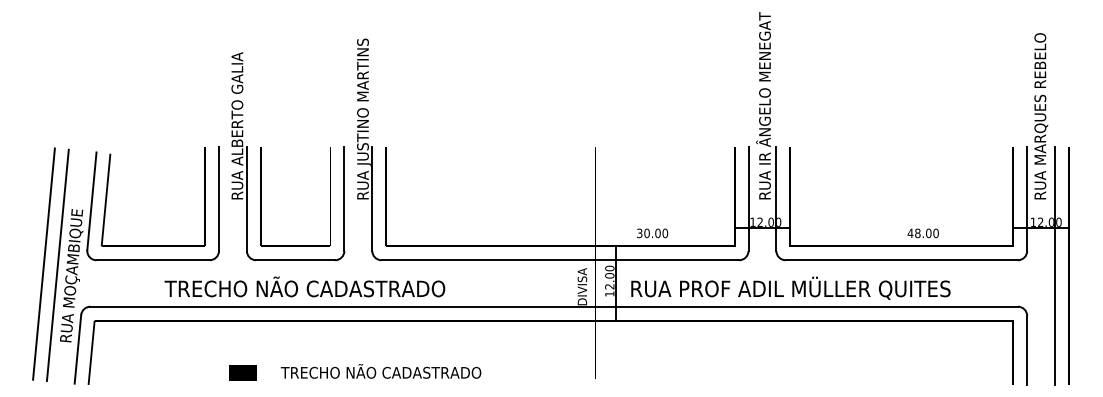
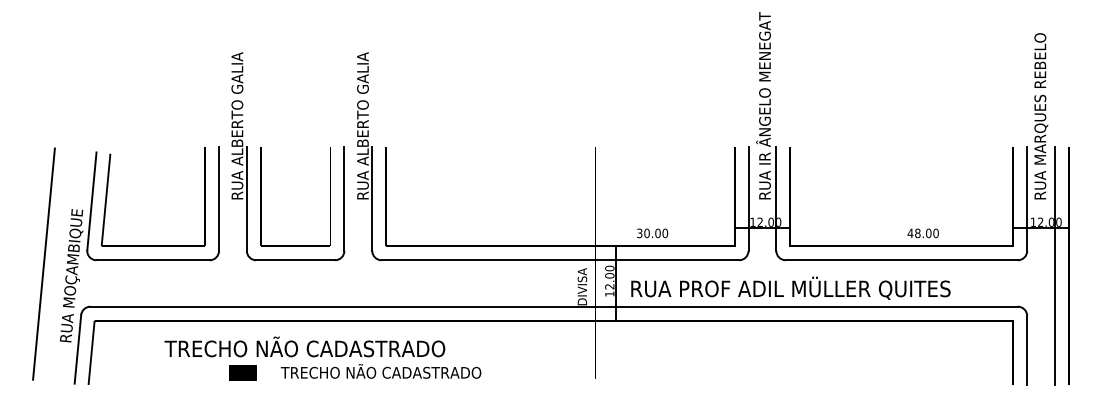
text at (363, 102): RUA JUSTINO MARTINS -> RUA ALBERTO GALIA
line at (57, 265): present -> none
text at (304, 286) position: (304, 286) -> (304, 346)
